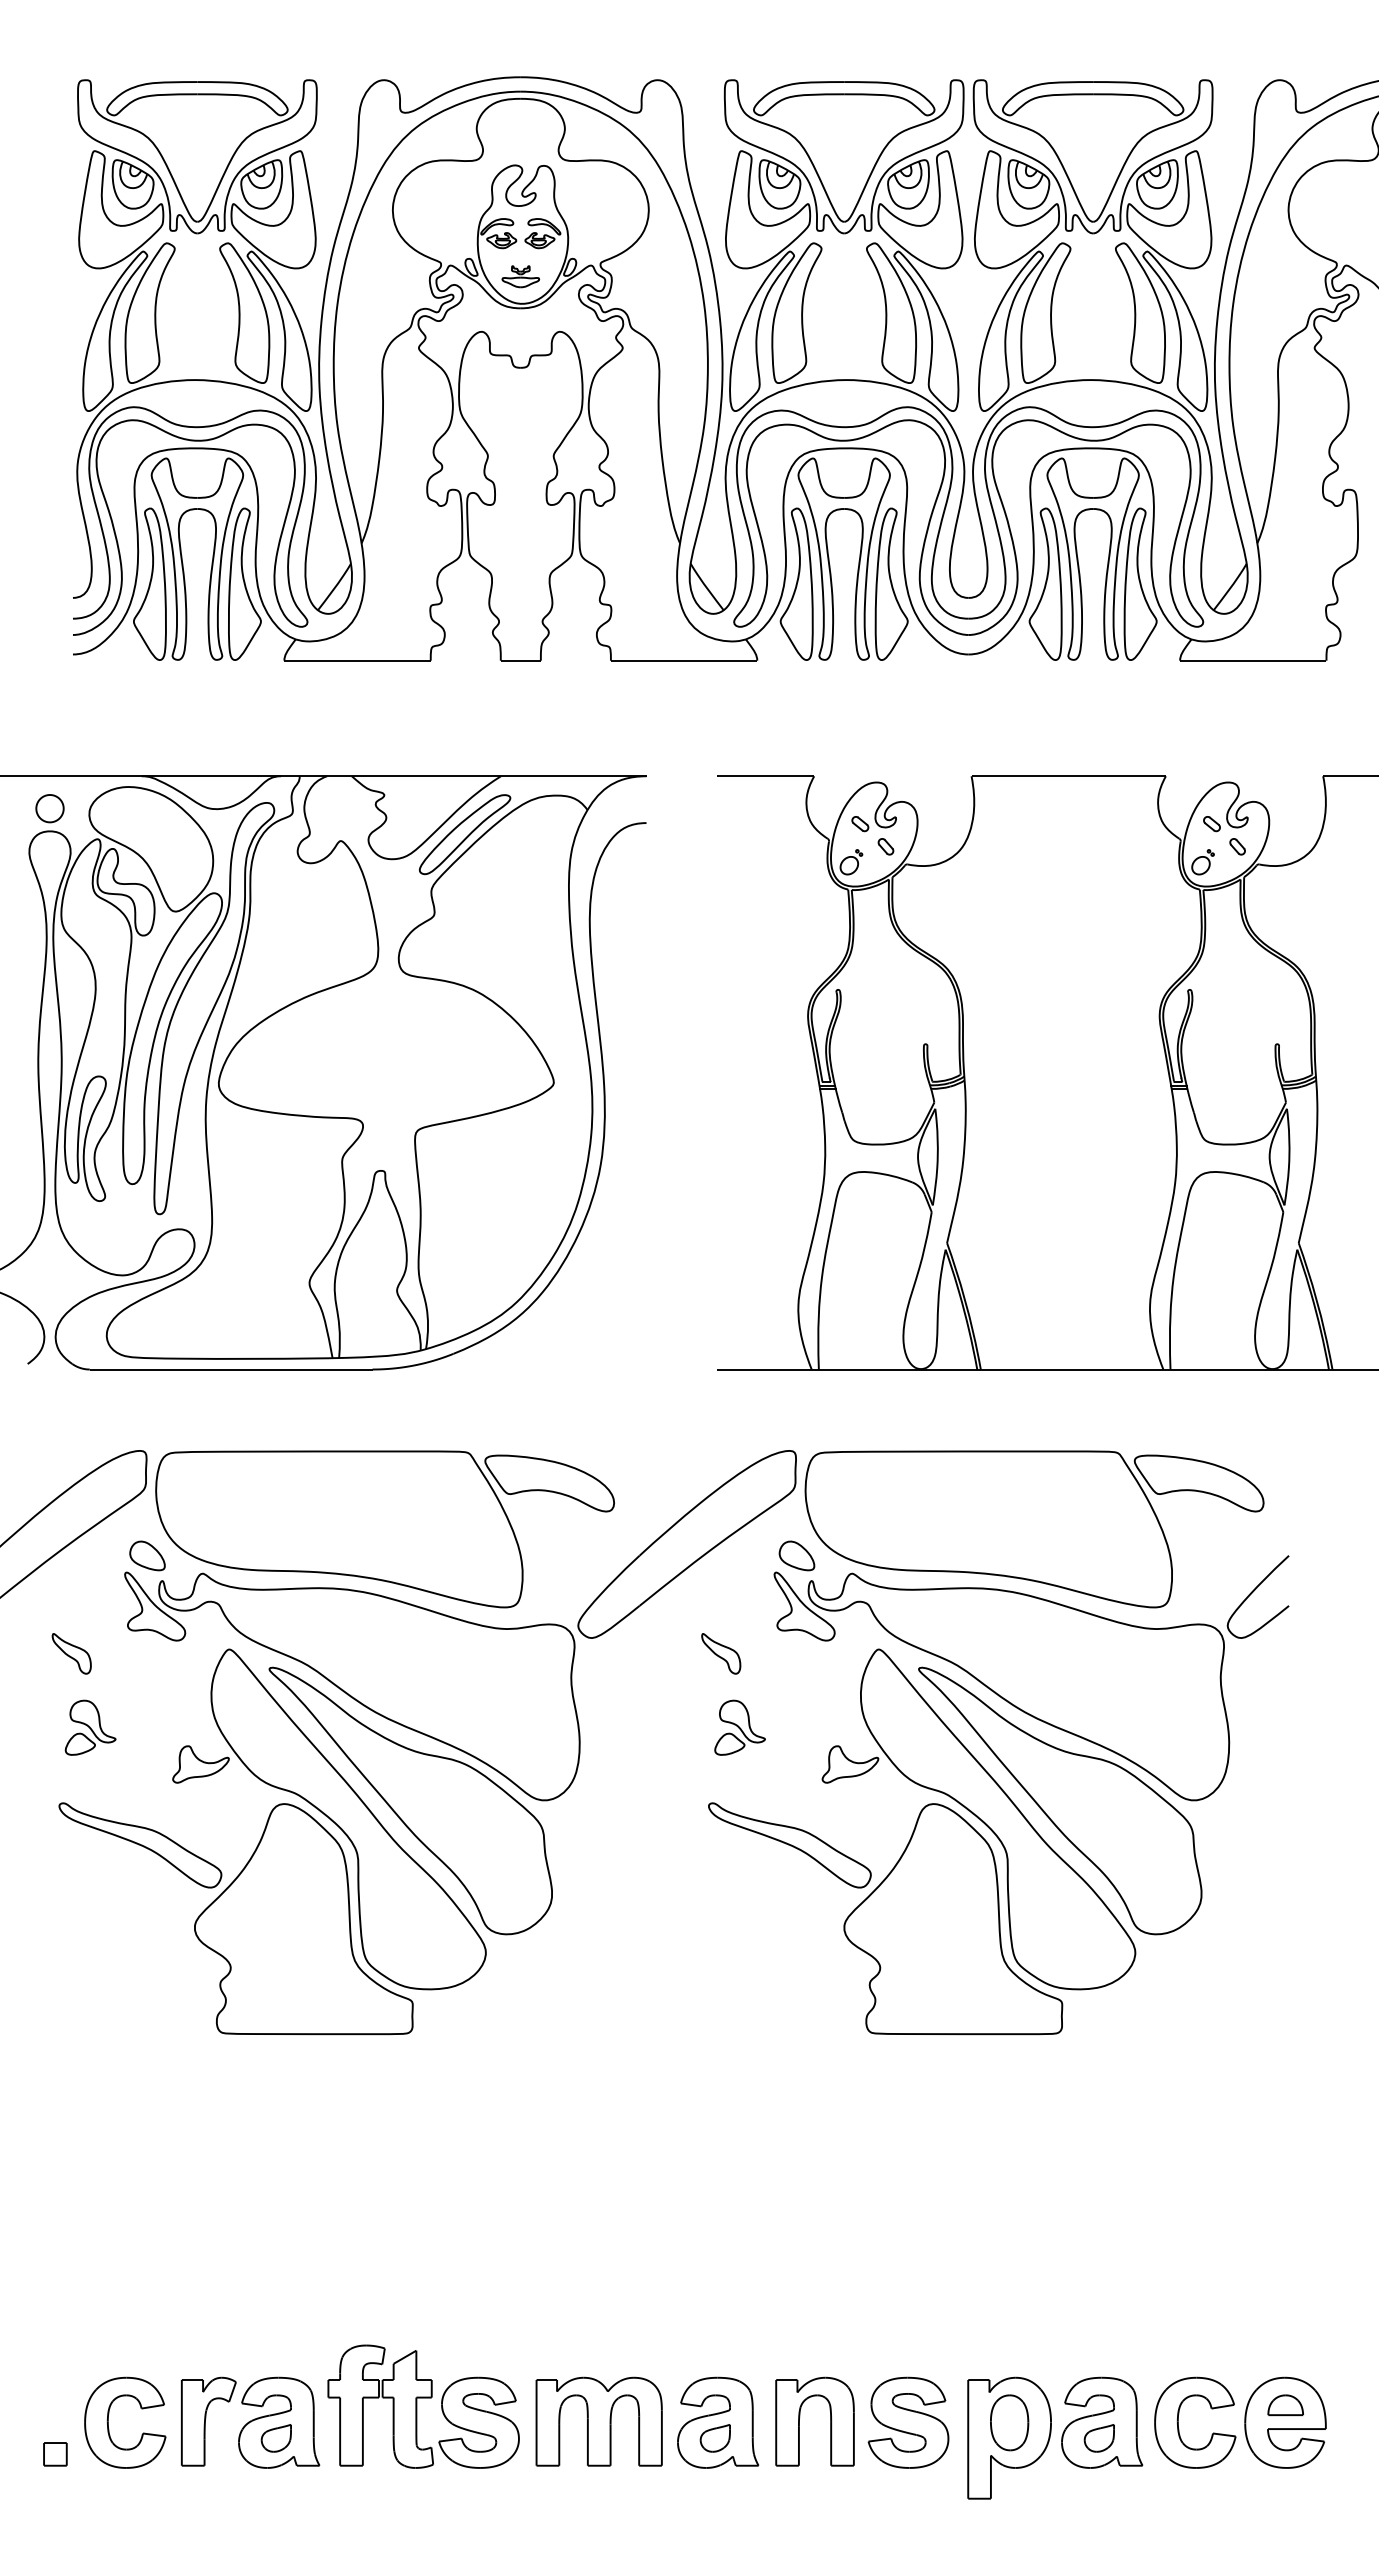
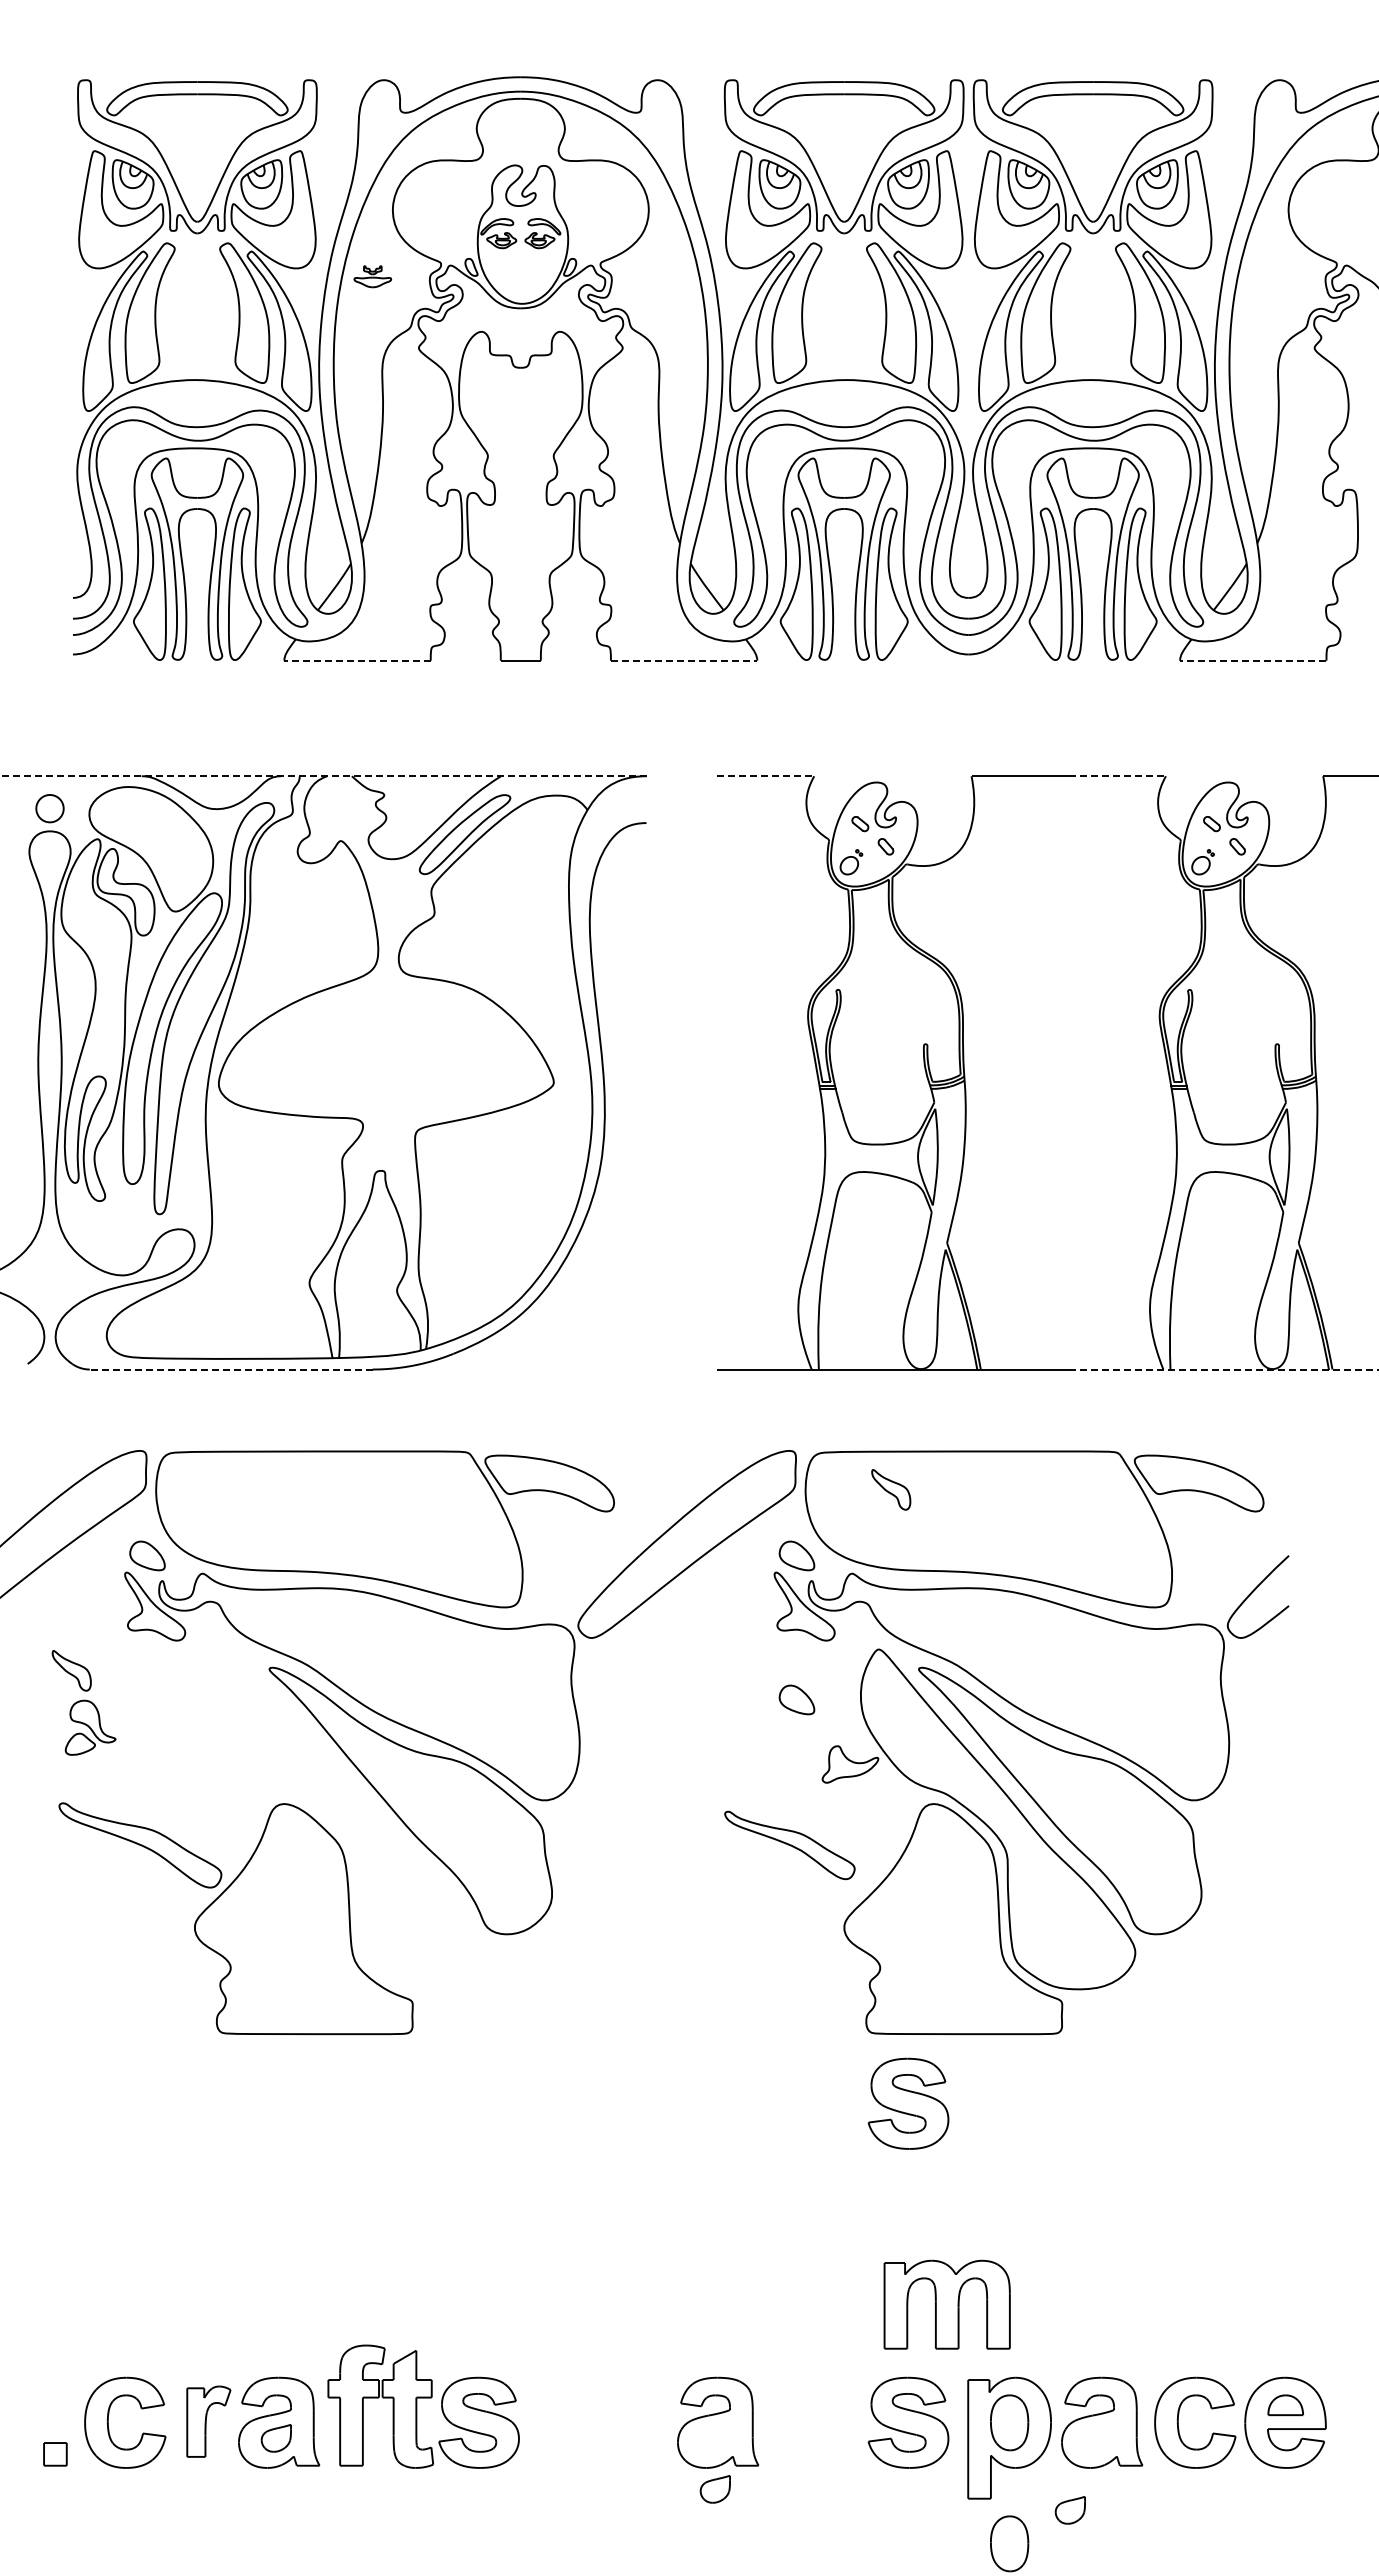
part at (520, 276) position: (520, 276) -> (372, 276)
line at (357, 660): solid -> dashed
line at (684, 660): solid -> dashed
line at (1252, 660): solid -> dashed
line at (323, 776): solid -> dashed
line at (765, 776): solid -> dashed
line at (1117, 776): solid -> dashed
line at (230, 1369): solid -> dashed
line at (1223, 1369): solid -> dashed
part at (71, 1653) position: (71, 1653) -> (71, 1670)
part at (721, 1653) position: (721, 1653) -> (891, 1489)
part at (796, 1699): none -> present
part at (739, 1727): present -> none
part at (329, 1819): present -> none
part at (789, 1845) size: 164x87 px -> 132x71 px
part at (908, 2103): none -> present
part at (800, 2417): present -> none
part at (208, 2421) size: 56x91 px -> 46x73 px
part at (598, 2421) position: (598, 2421) -> (946, 2304)
part at (714, 2438) position: (714, 2438) -> (714, 2489)
part at (1098, 2438) position: (1098, 2438) -> (1069, 2510)
part at (1009, 2543): none -> present
